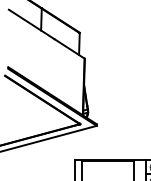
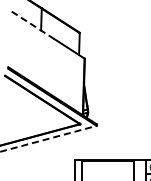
line at (31, 24): solid -> dashed
line at (48, 138): solid -> dashed
